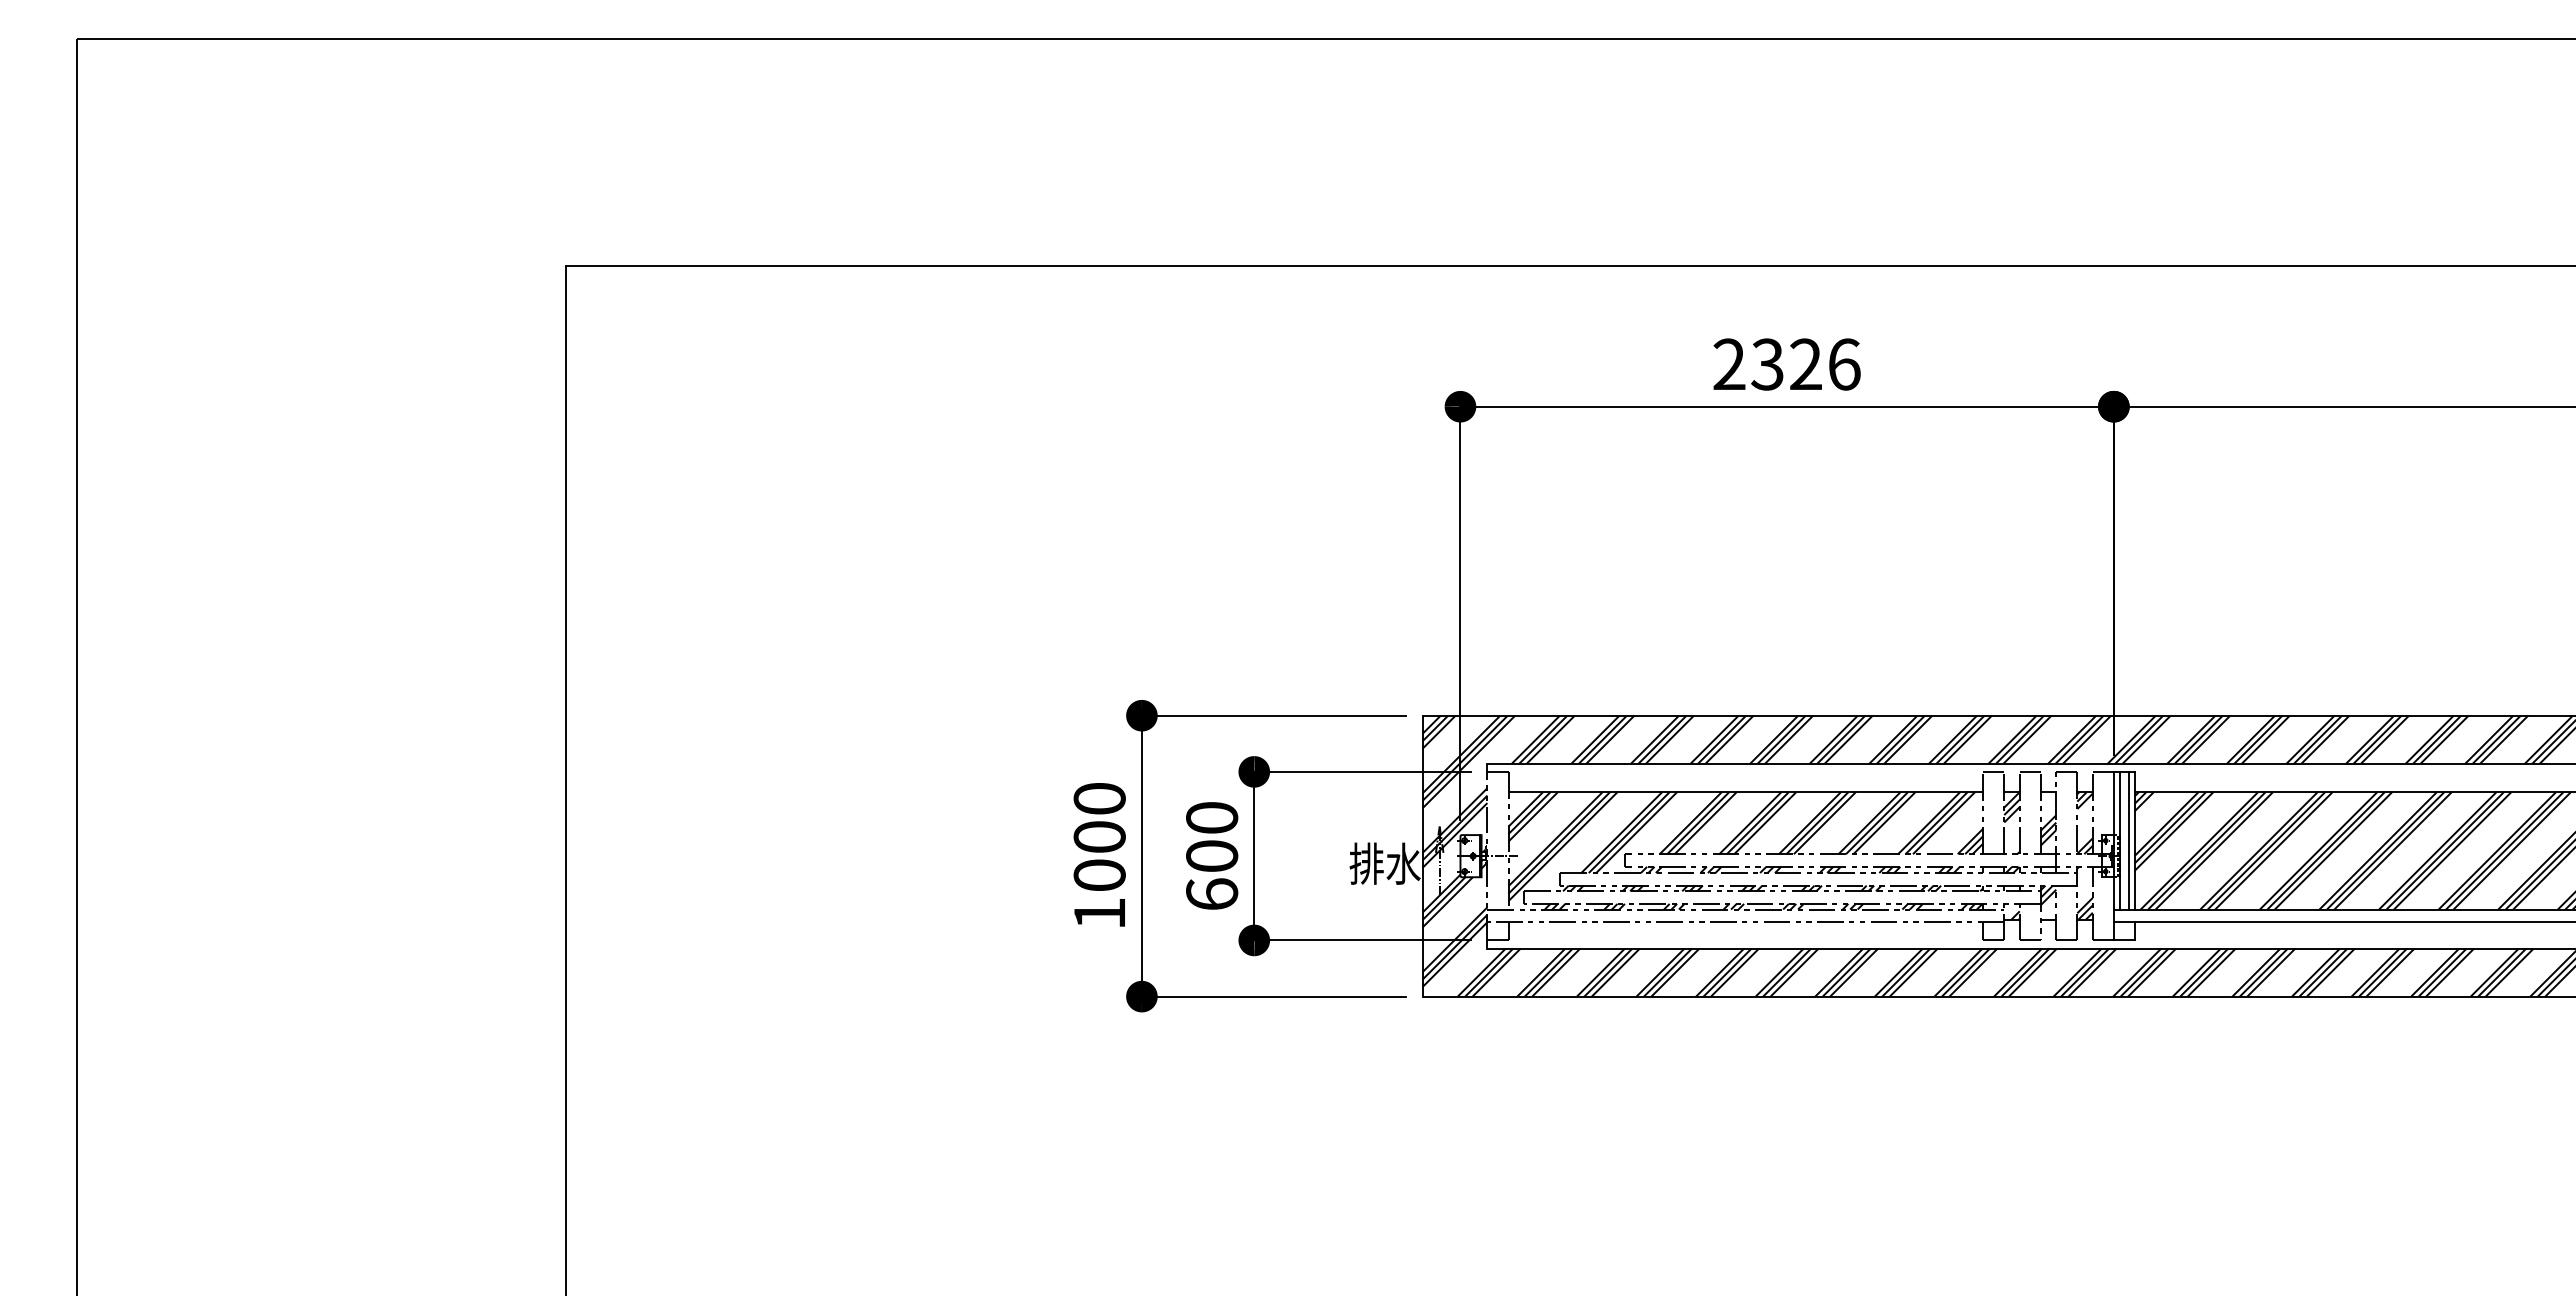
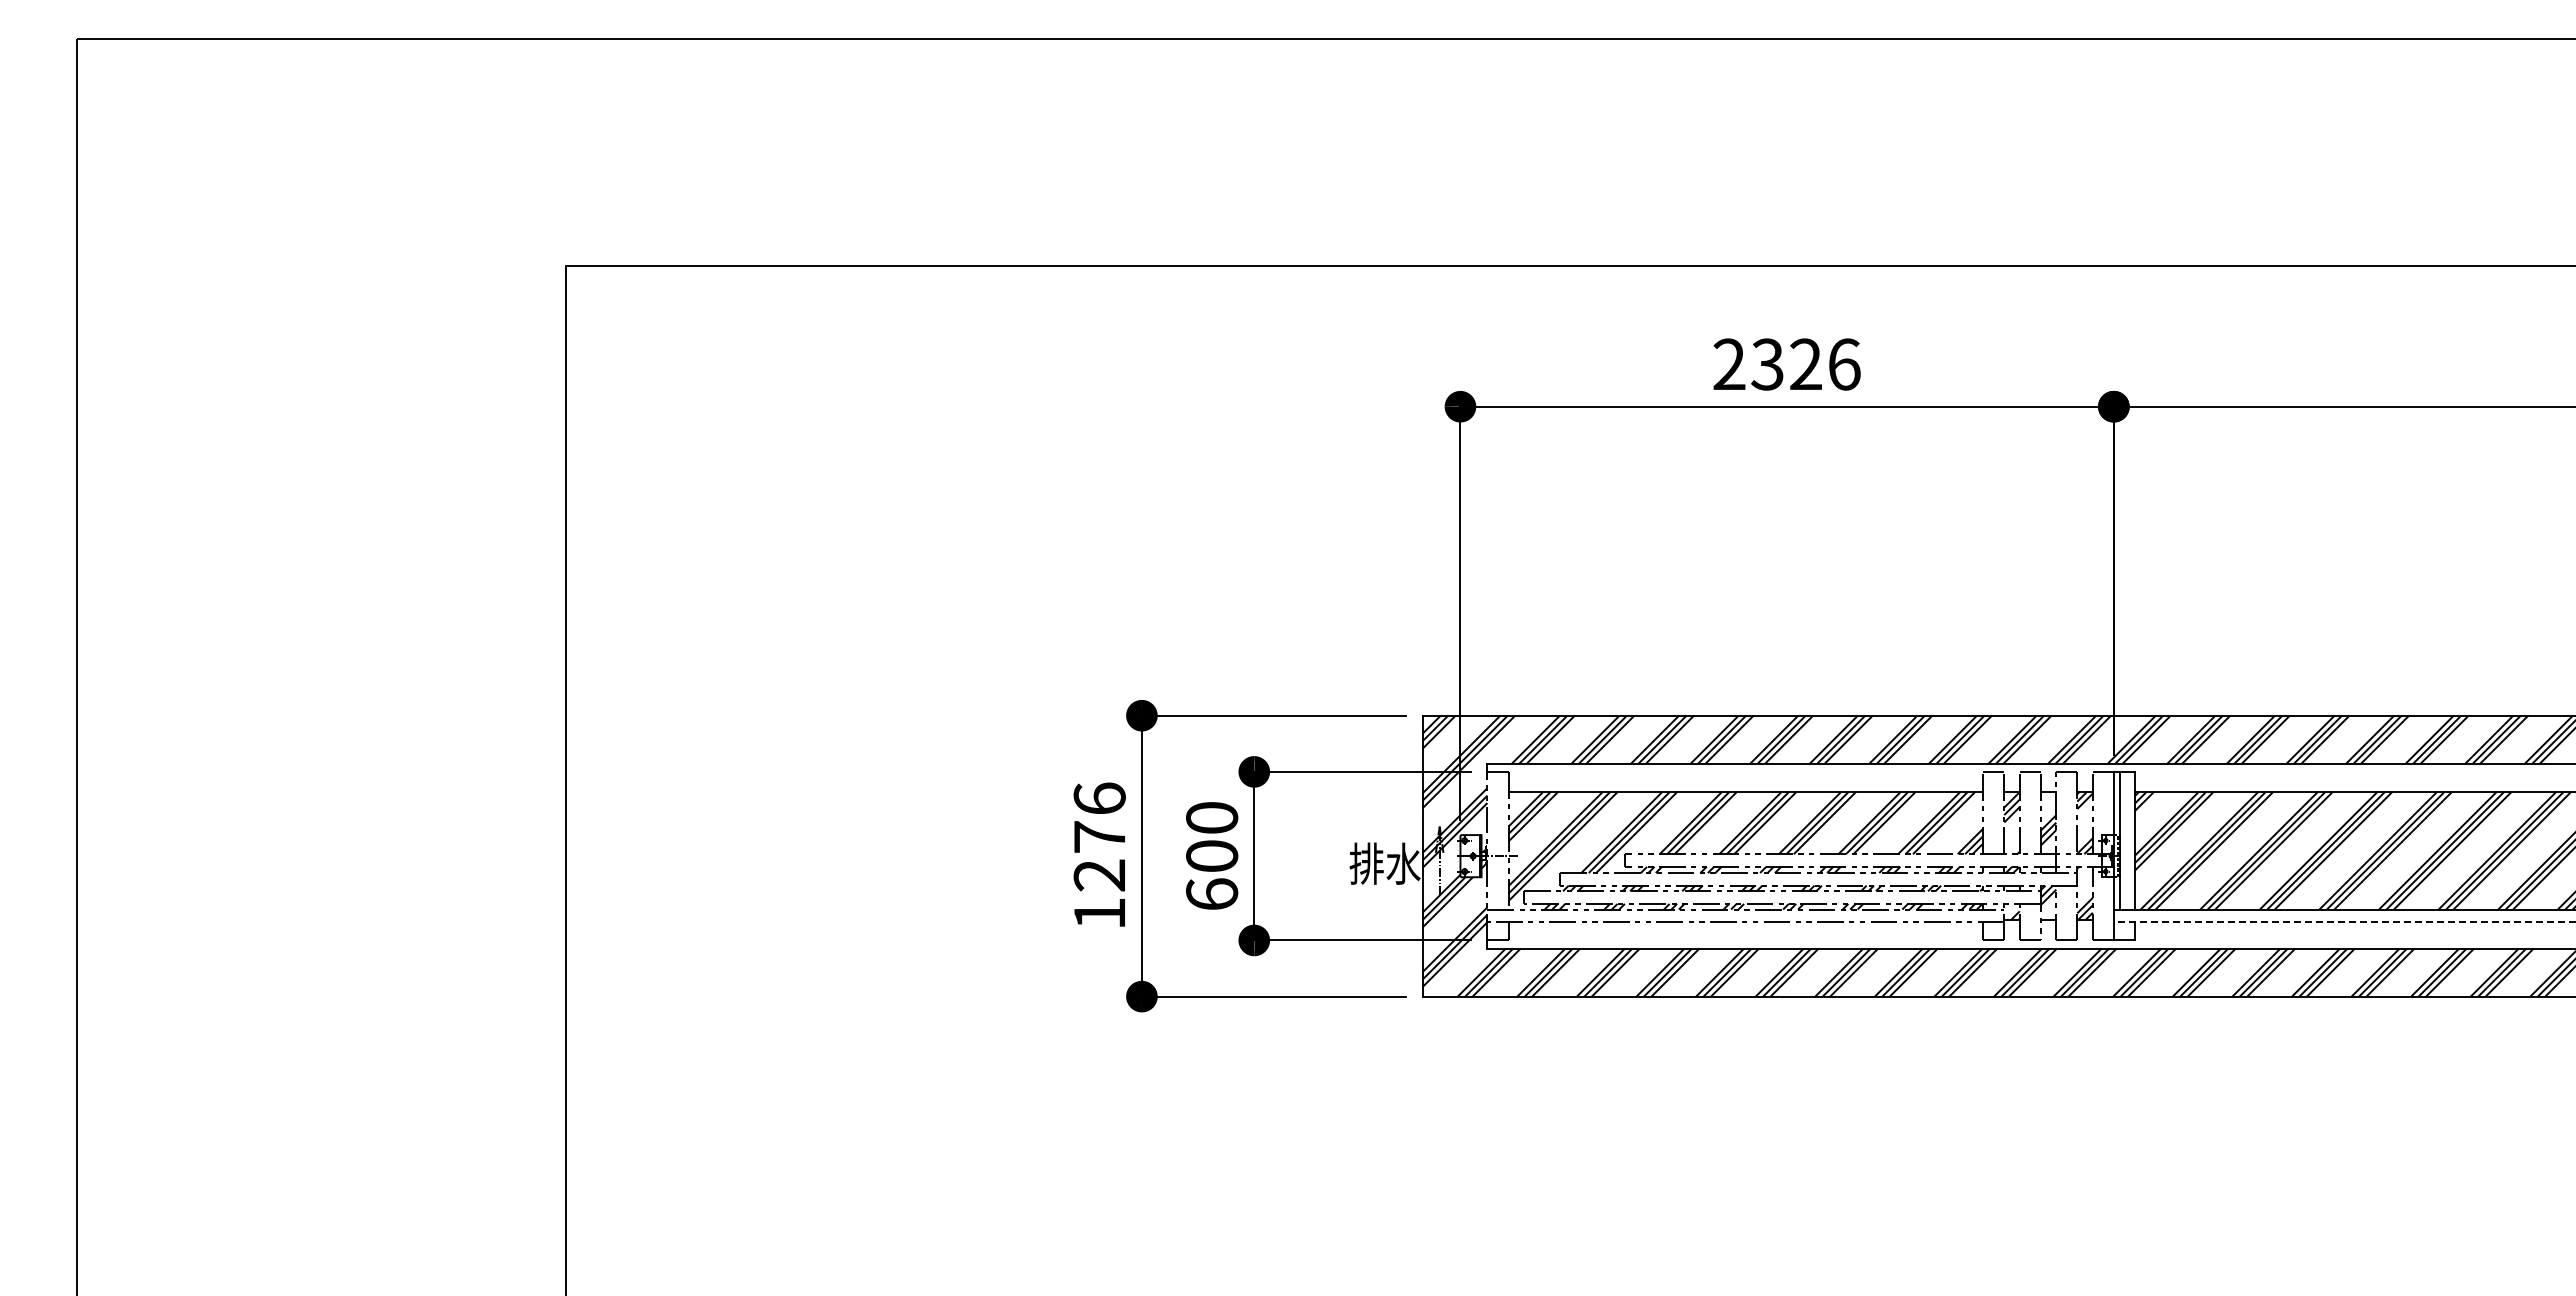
text at (1099, 836): 1000 -> 1276
line at (2128, 840): present -> none
line at (2344, 922): solid -> dashed
